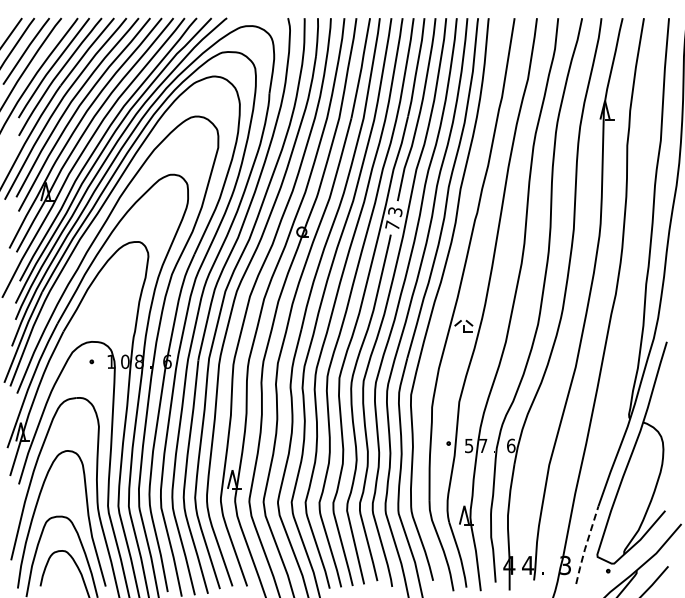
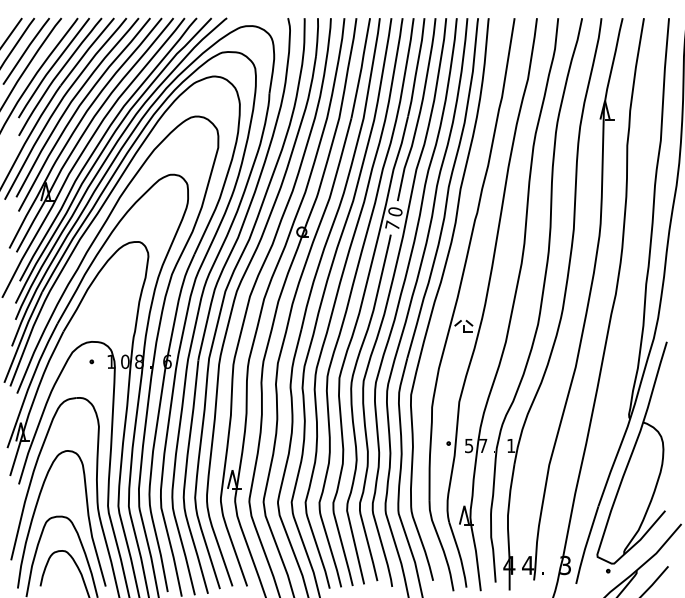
text at (395, 212): 3 -> 0
text at (511, 445): 6 -> 1
line at (585, 546): dashed -> solid
